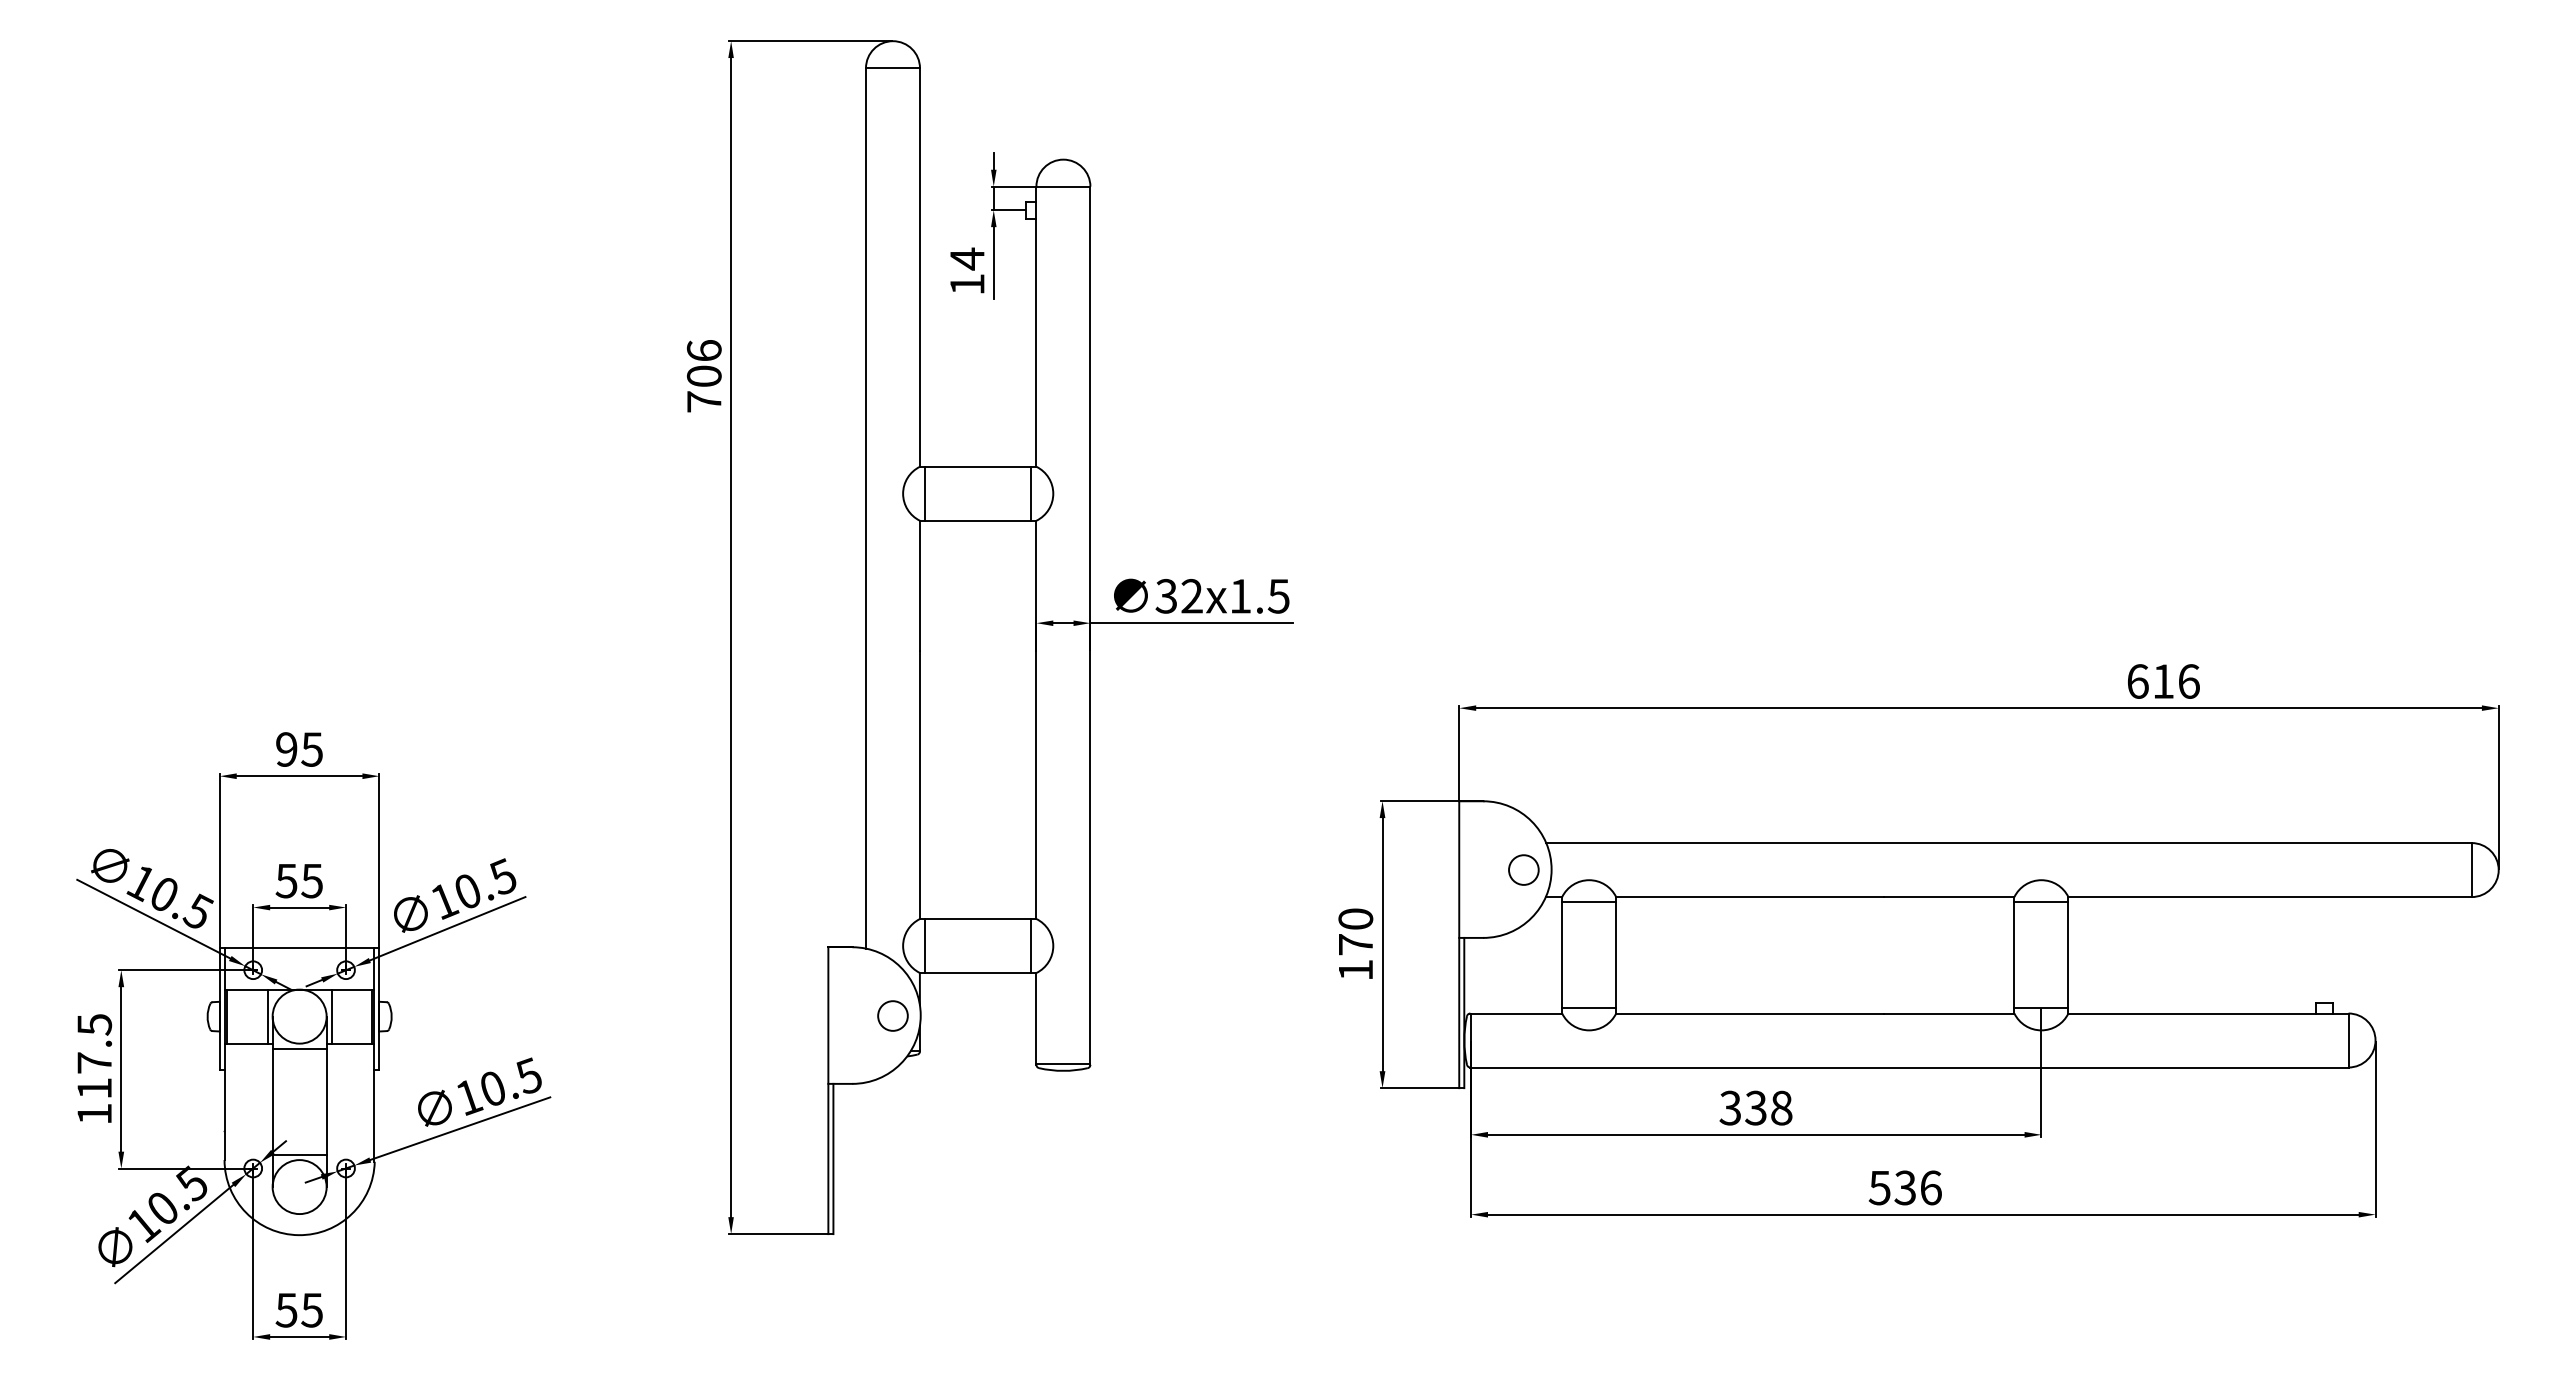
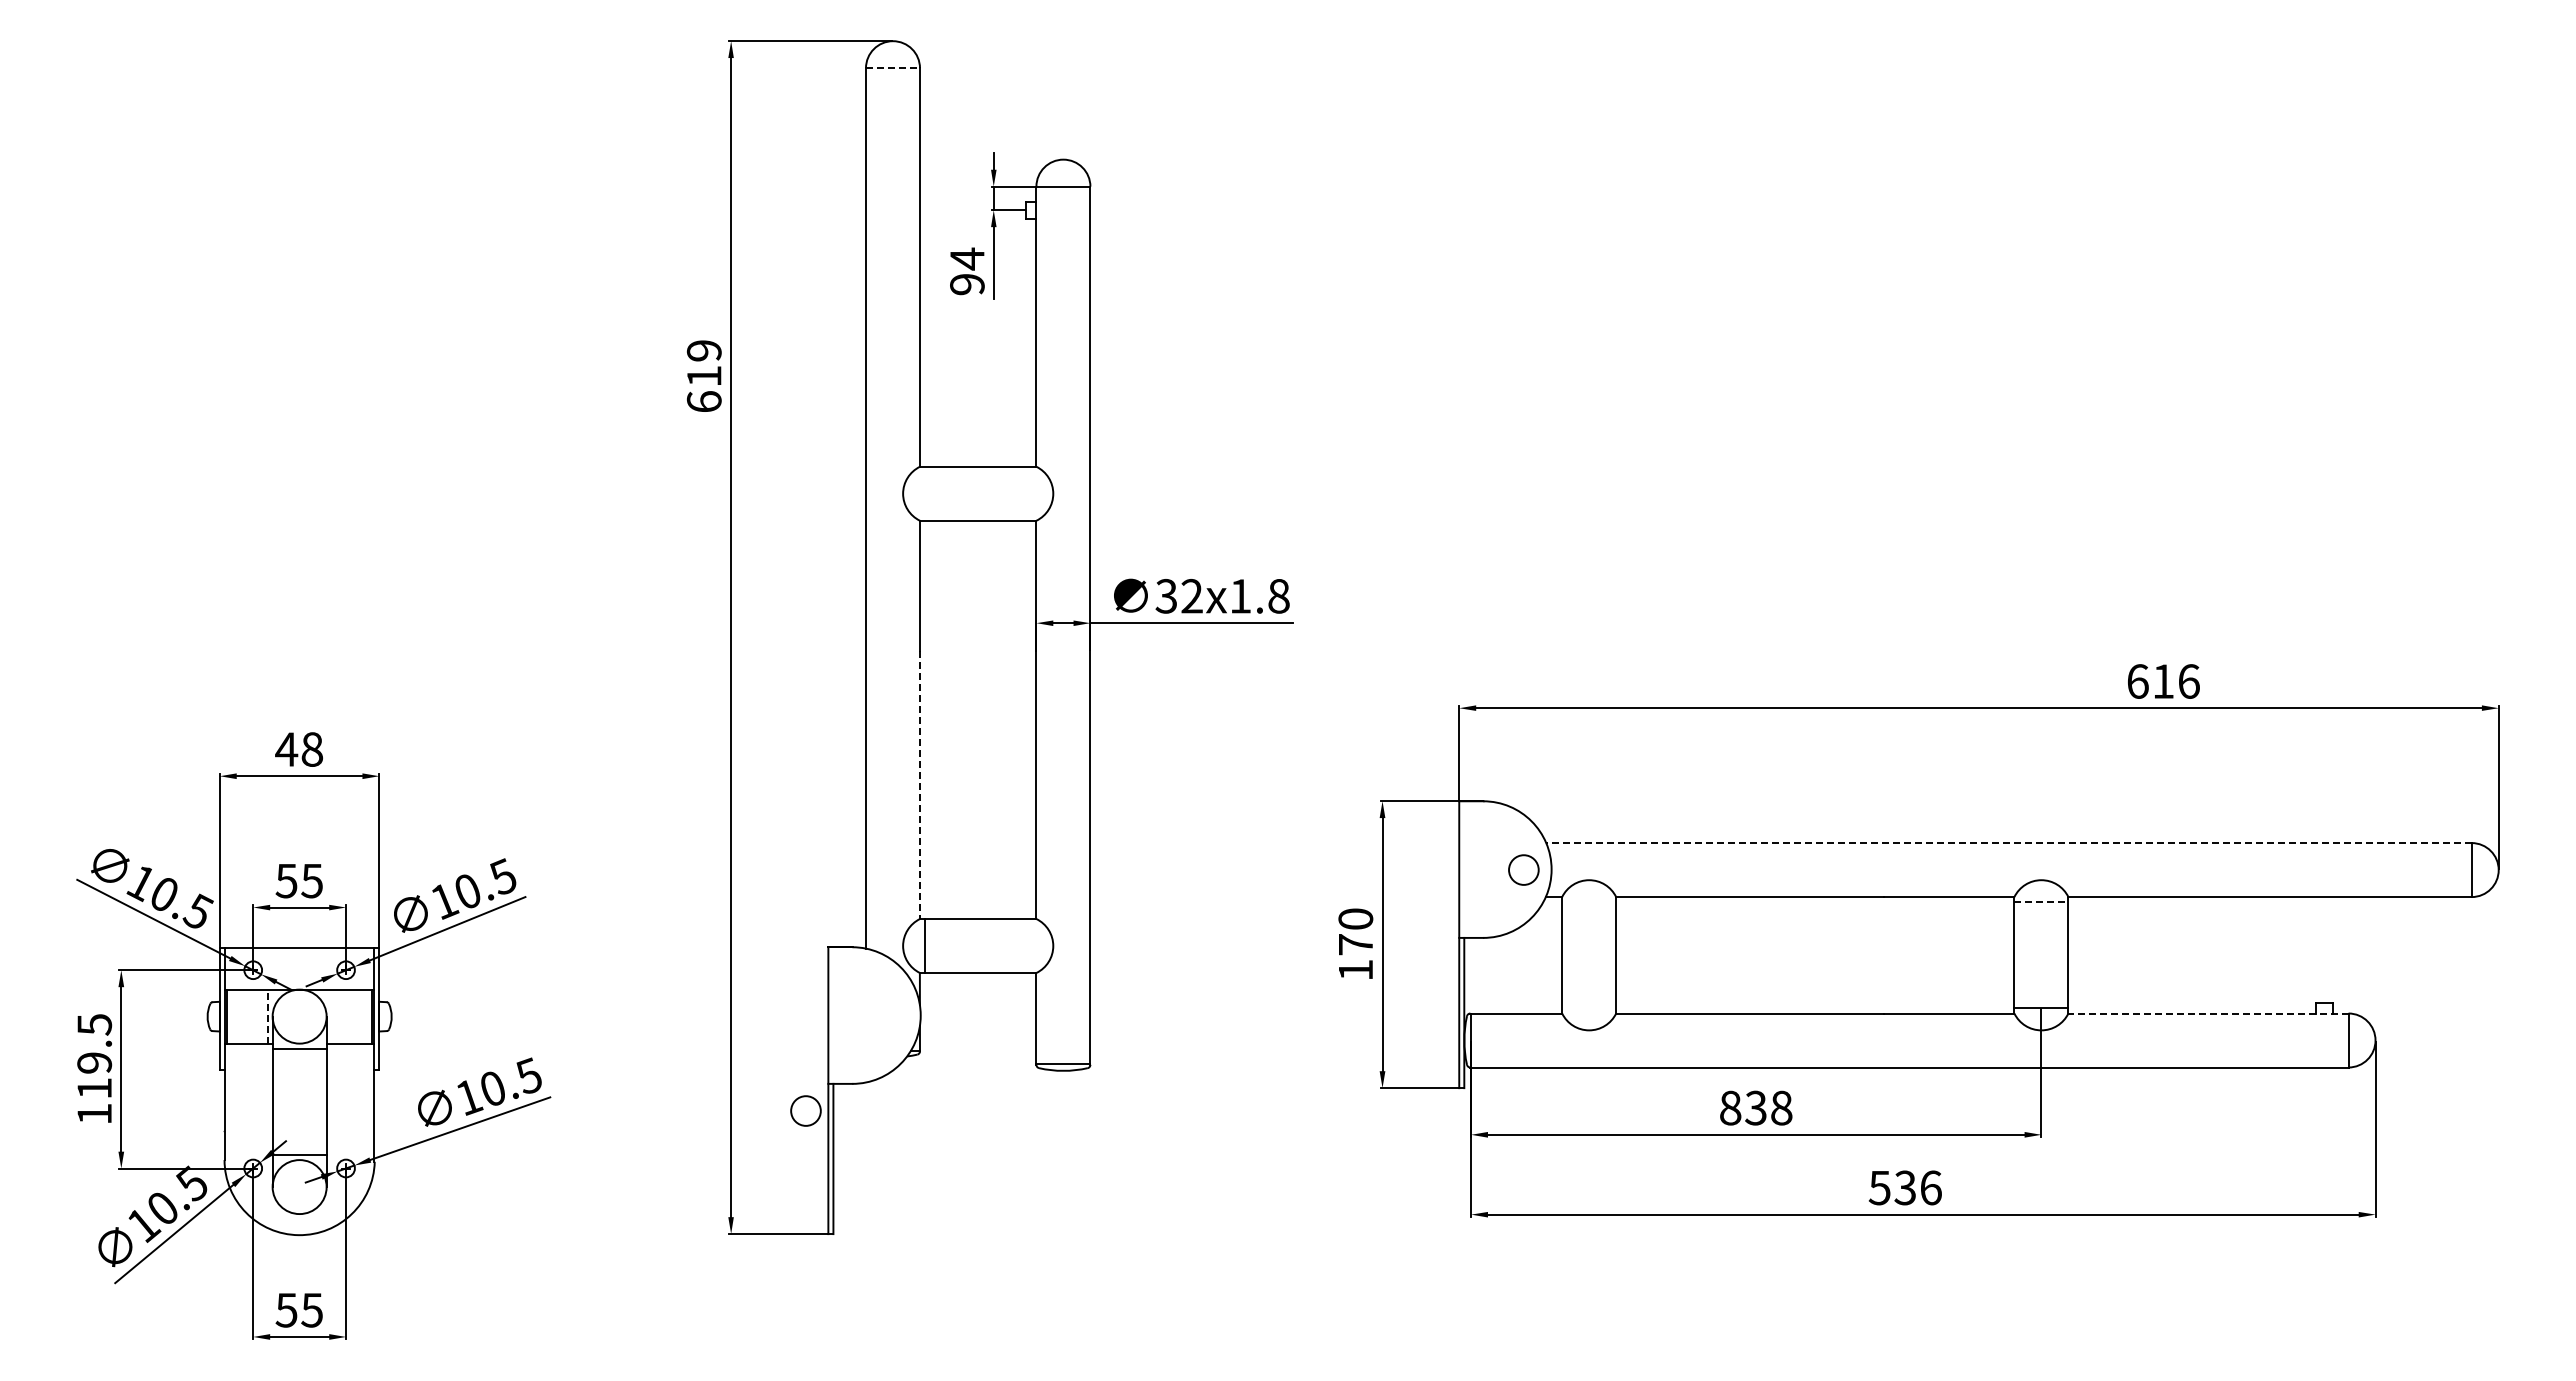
line at (892, 68): solid -> dashed
text at (967, 284): 14 -> 94
text at (703, 376): 706 -> 619
line at (925, 493): present -> none
line at (1031, 493): present -> none
text at (1278, 596): 32x1.5 -> 32x1.8
text at (299, 749): 95 -> 48
line at (919, 785): solid -> dashed
line at (2008, 843): solid -> dashed
line at (1589, 902): present -> none
line at (2041, 902): solid -> dashed
line at (1031, 946): present -> none
line at (1589, 1008): present -> none
line at (2207, 1013): solid -> dashed
circle at (892, 1015) position: (892, 1015) -> (805, 1110)
line at (267, 1016): solid -> dashed
line at (331, 1016): present -> none
text at (94, 1062): 117.5 -> 119.5
text at (1730, 1107): 338 -> 838
